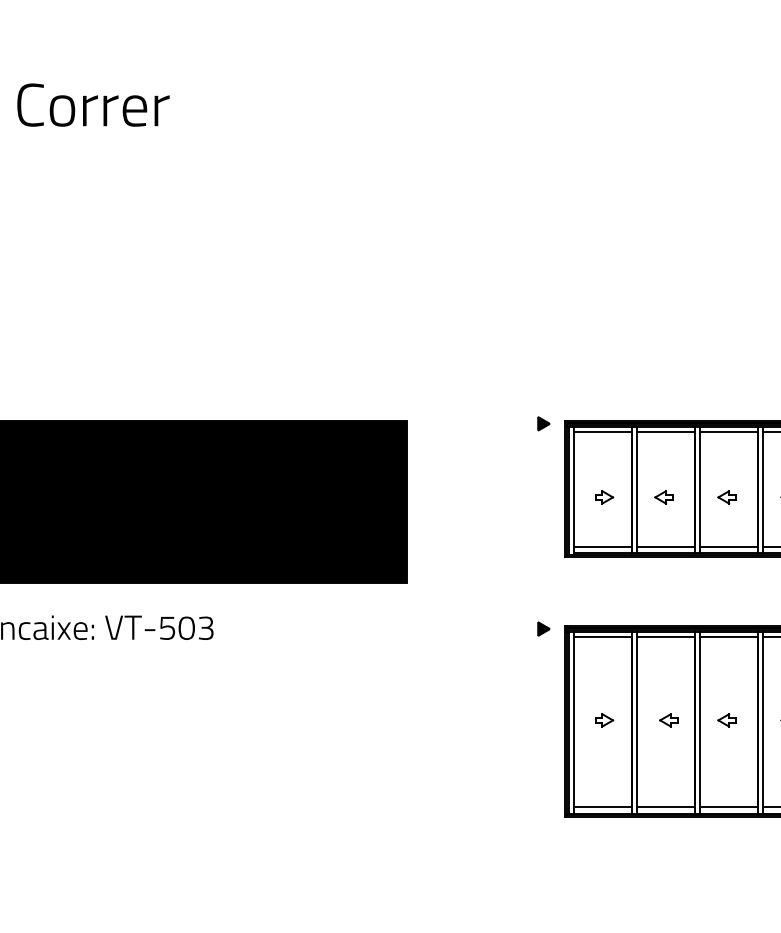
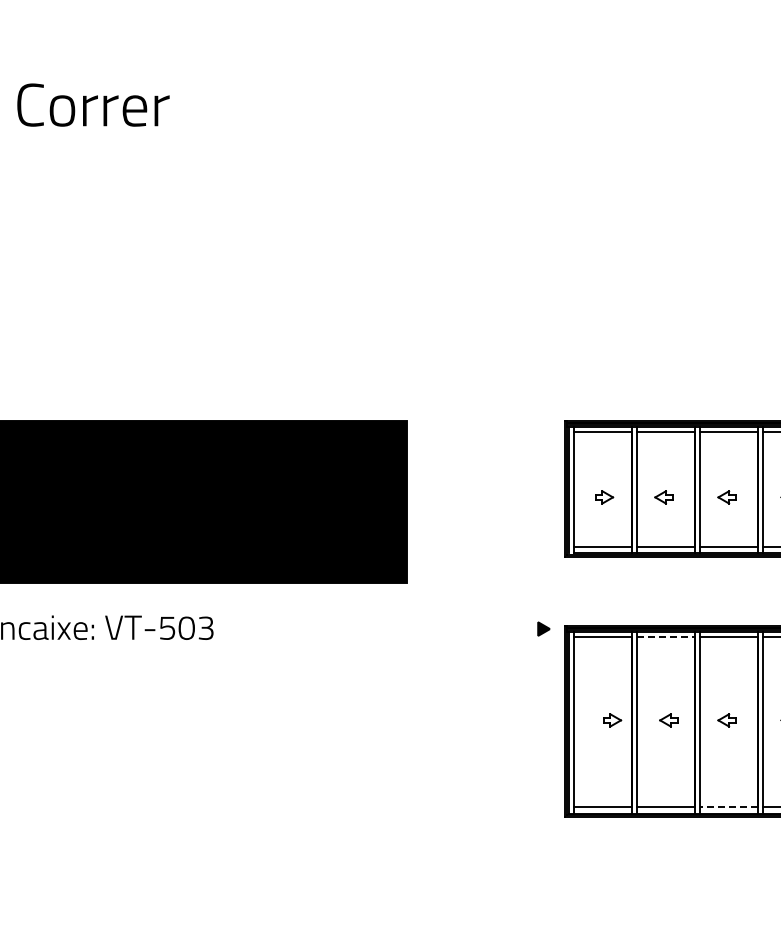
part at (543, 423): present -> none
line at (665, 637): solid -> dashed
part at (604, 720) position: (604, 720) -> (612, 720)
line at (728, 807): solid -> dashed
